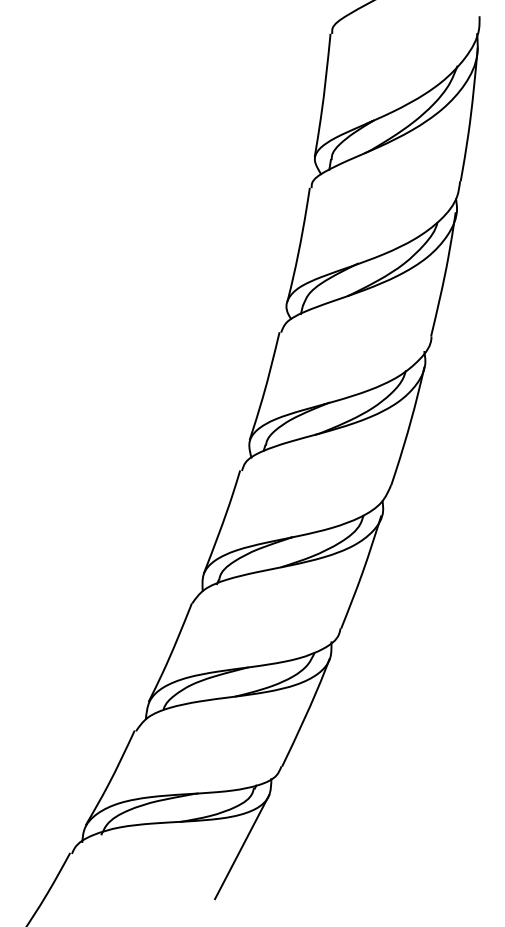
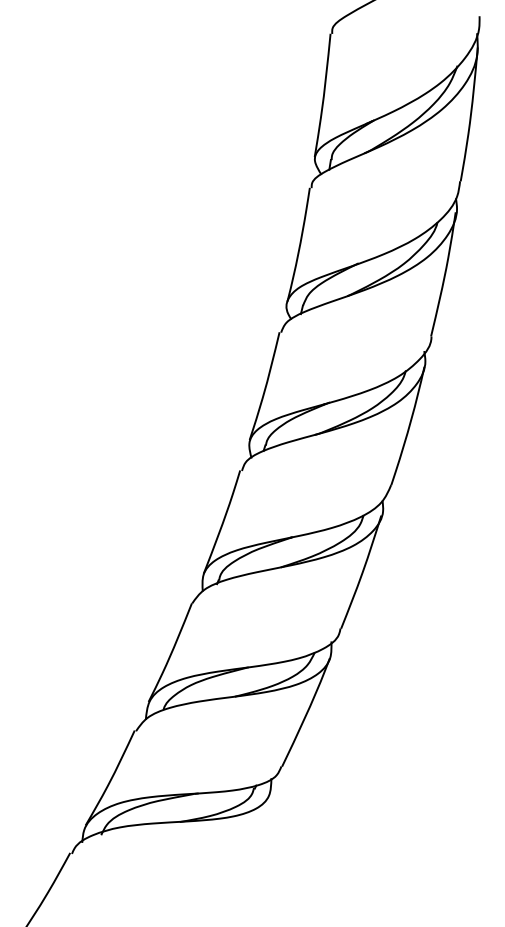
line at (242, 847): present -> none
